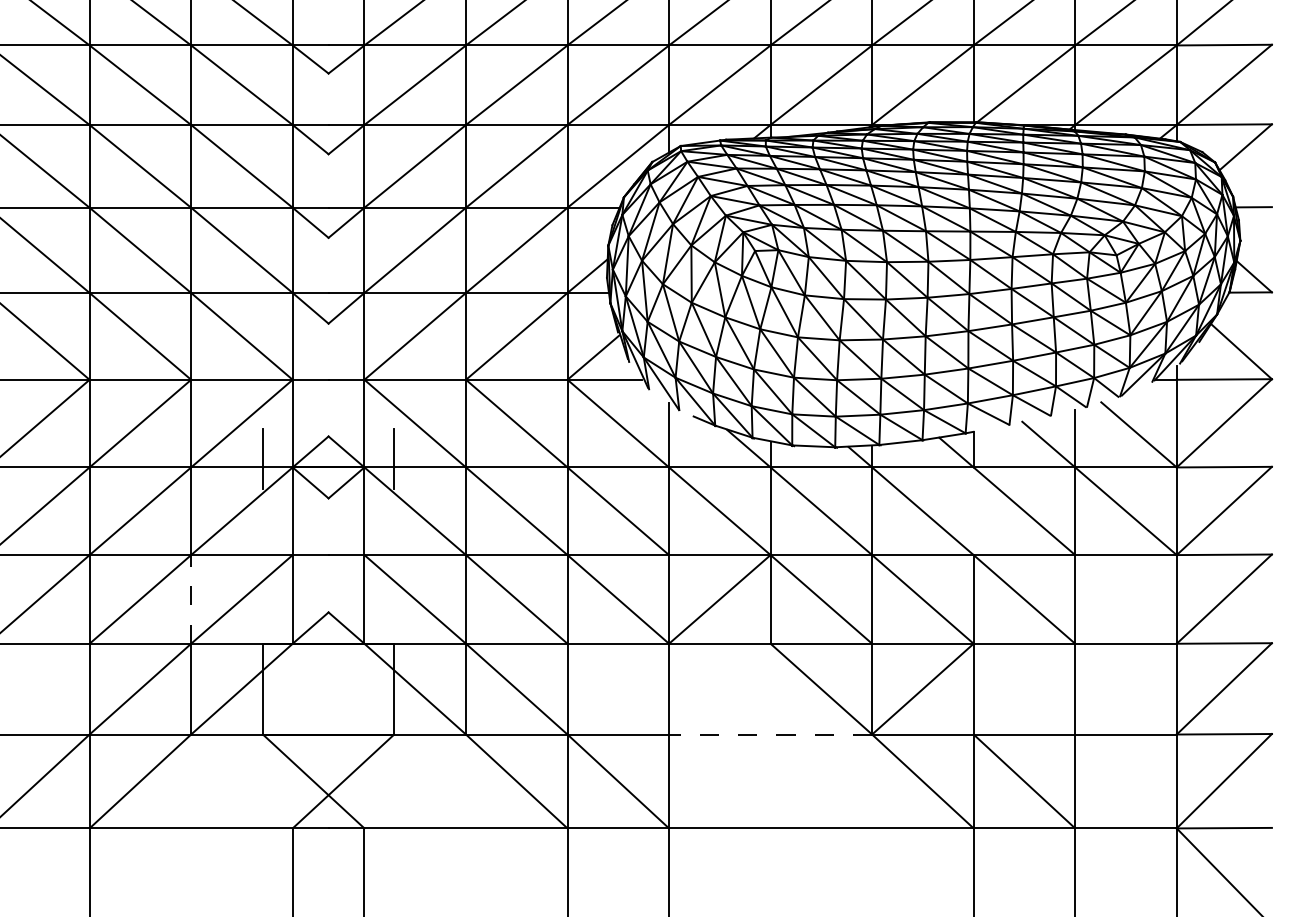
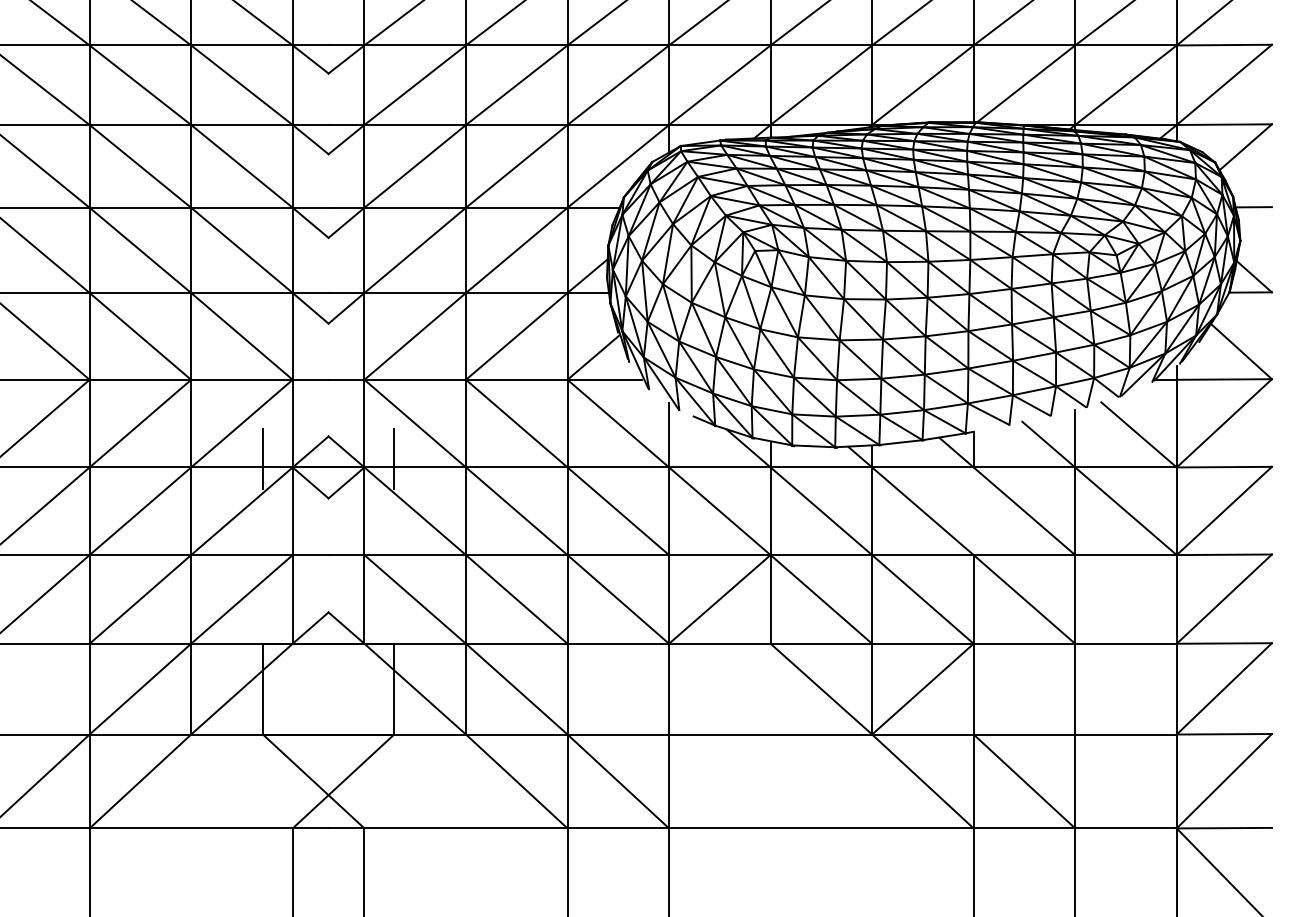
line at (191, 598): dashed -> solid
line at (770, 734): dashed -> solid
